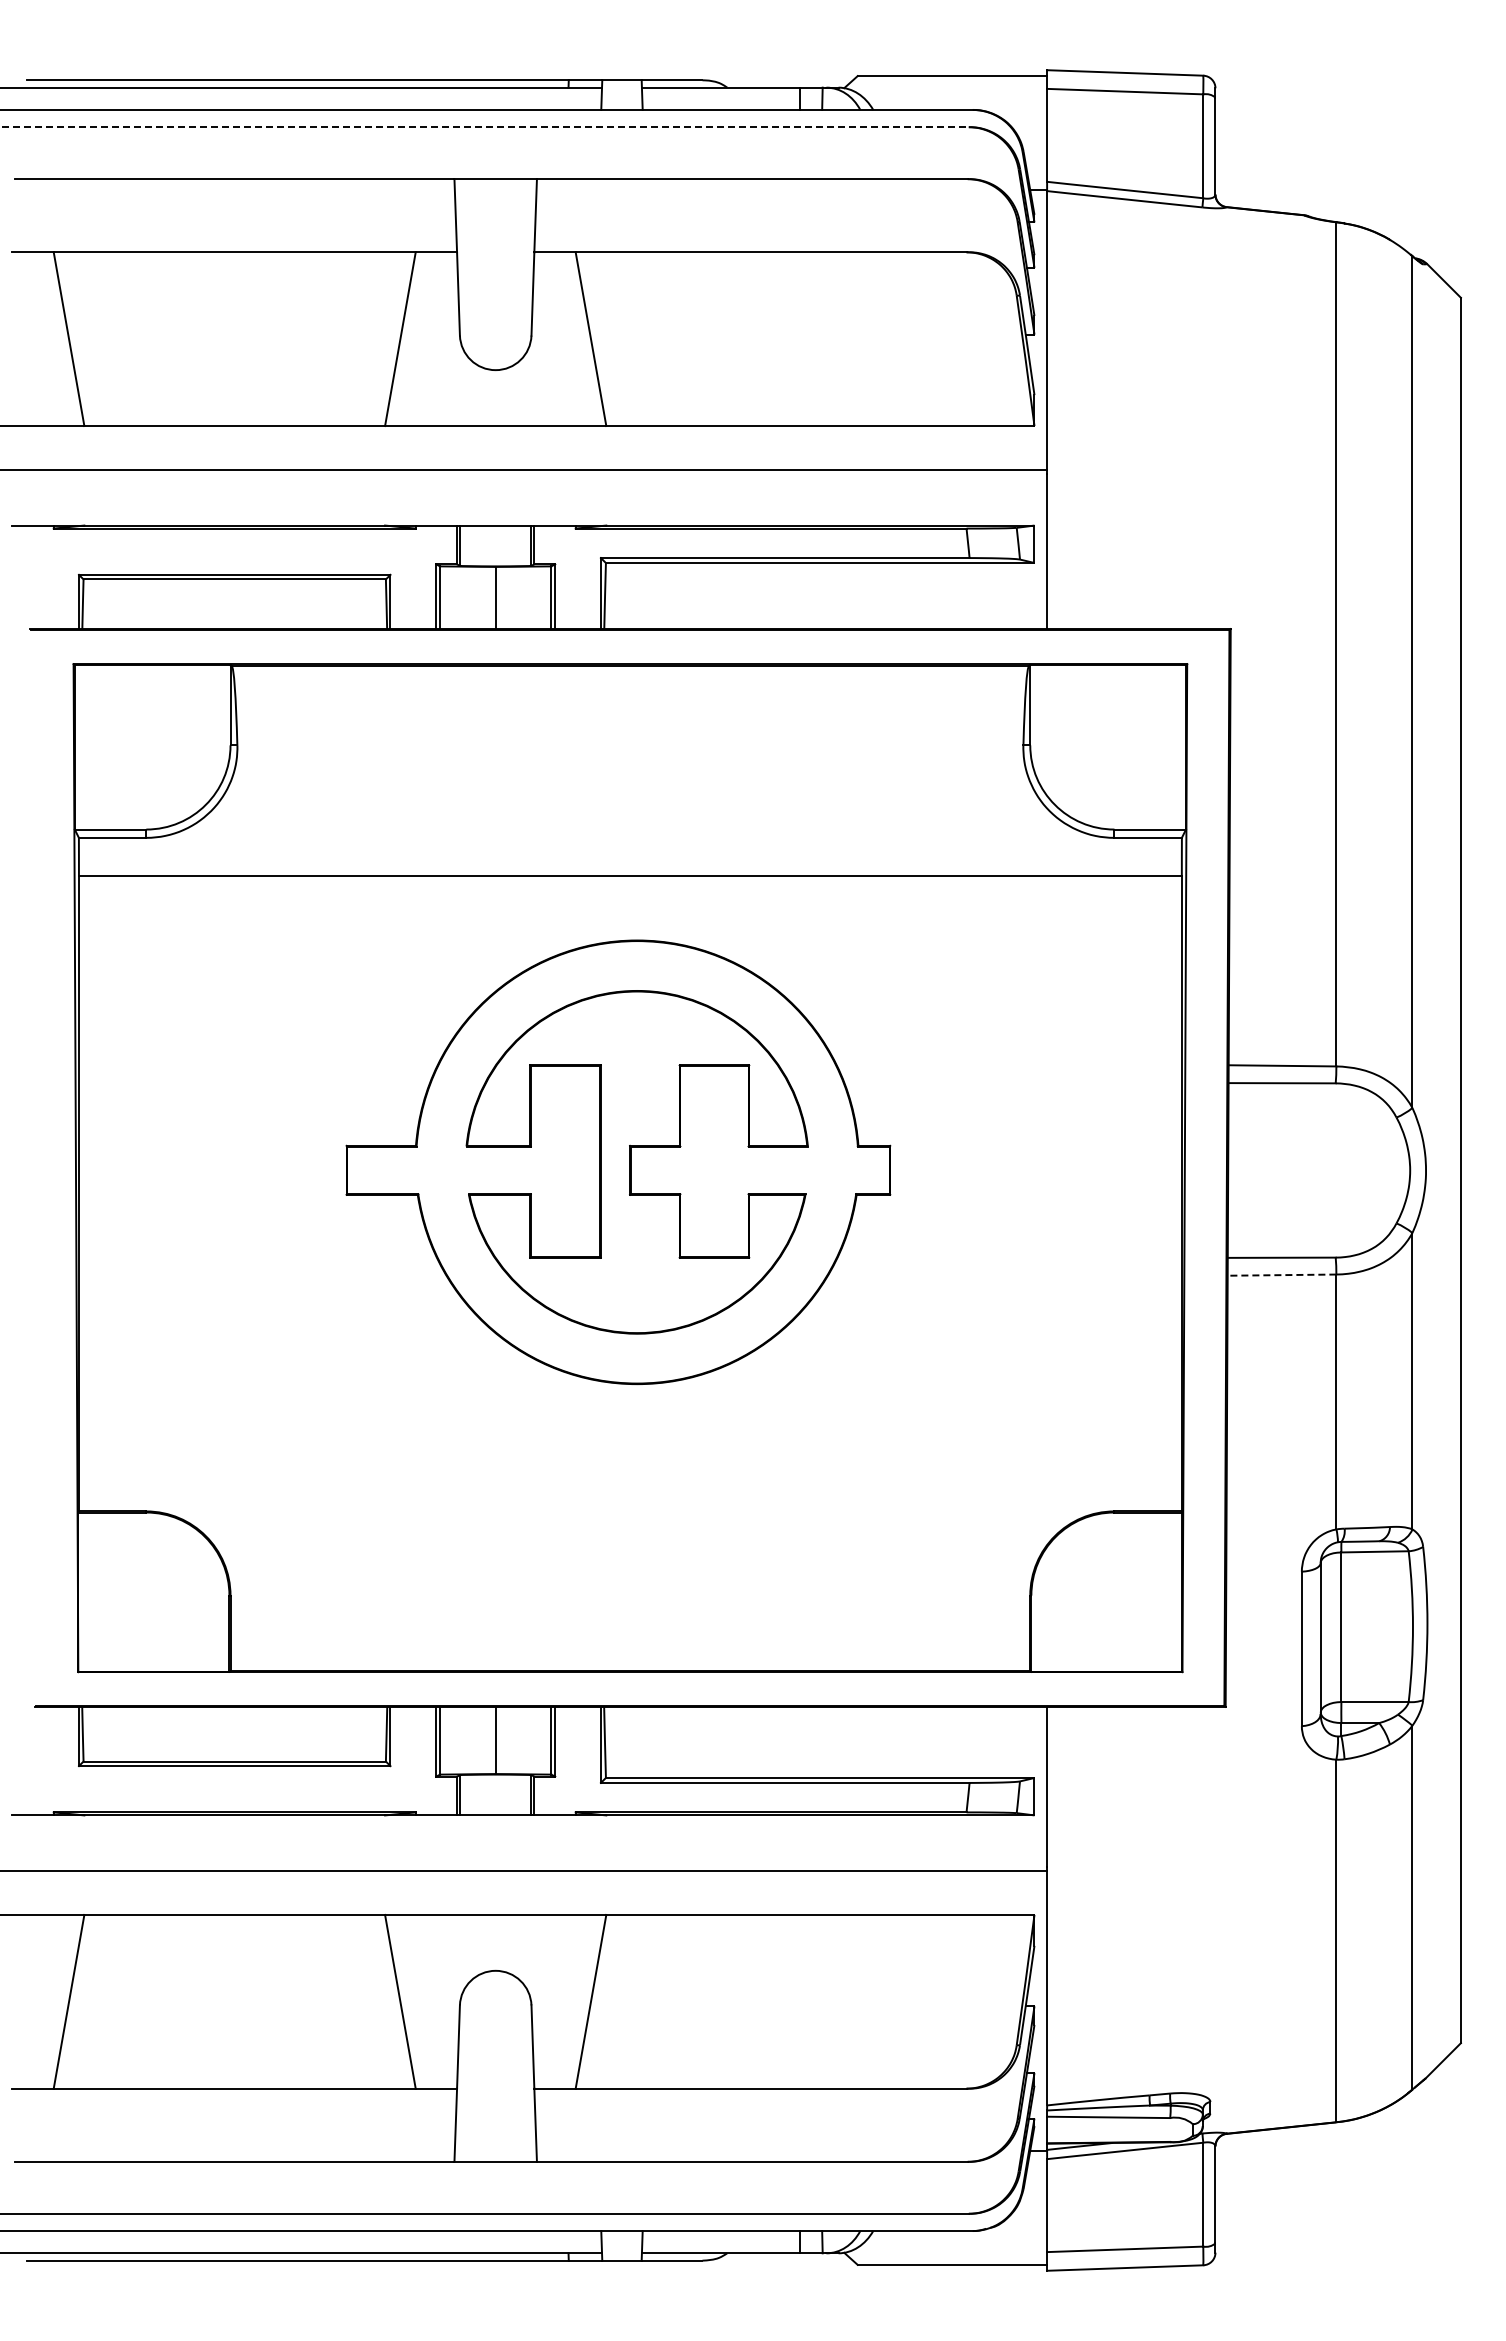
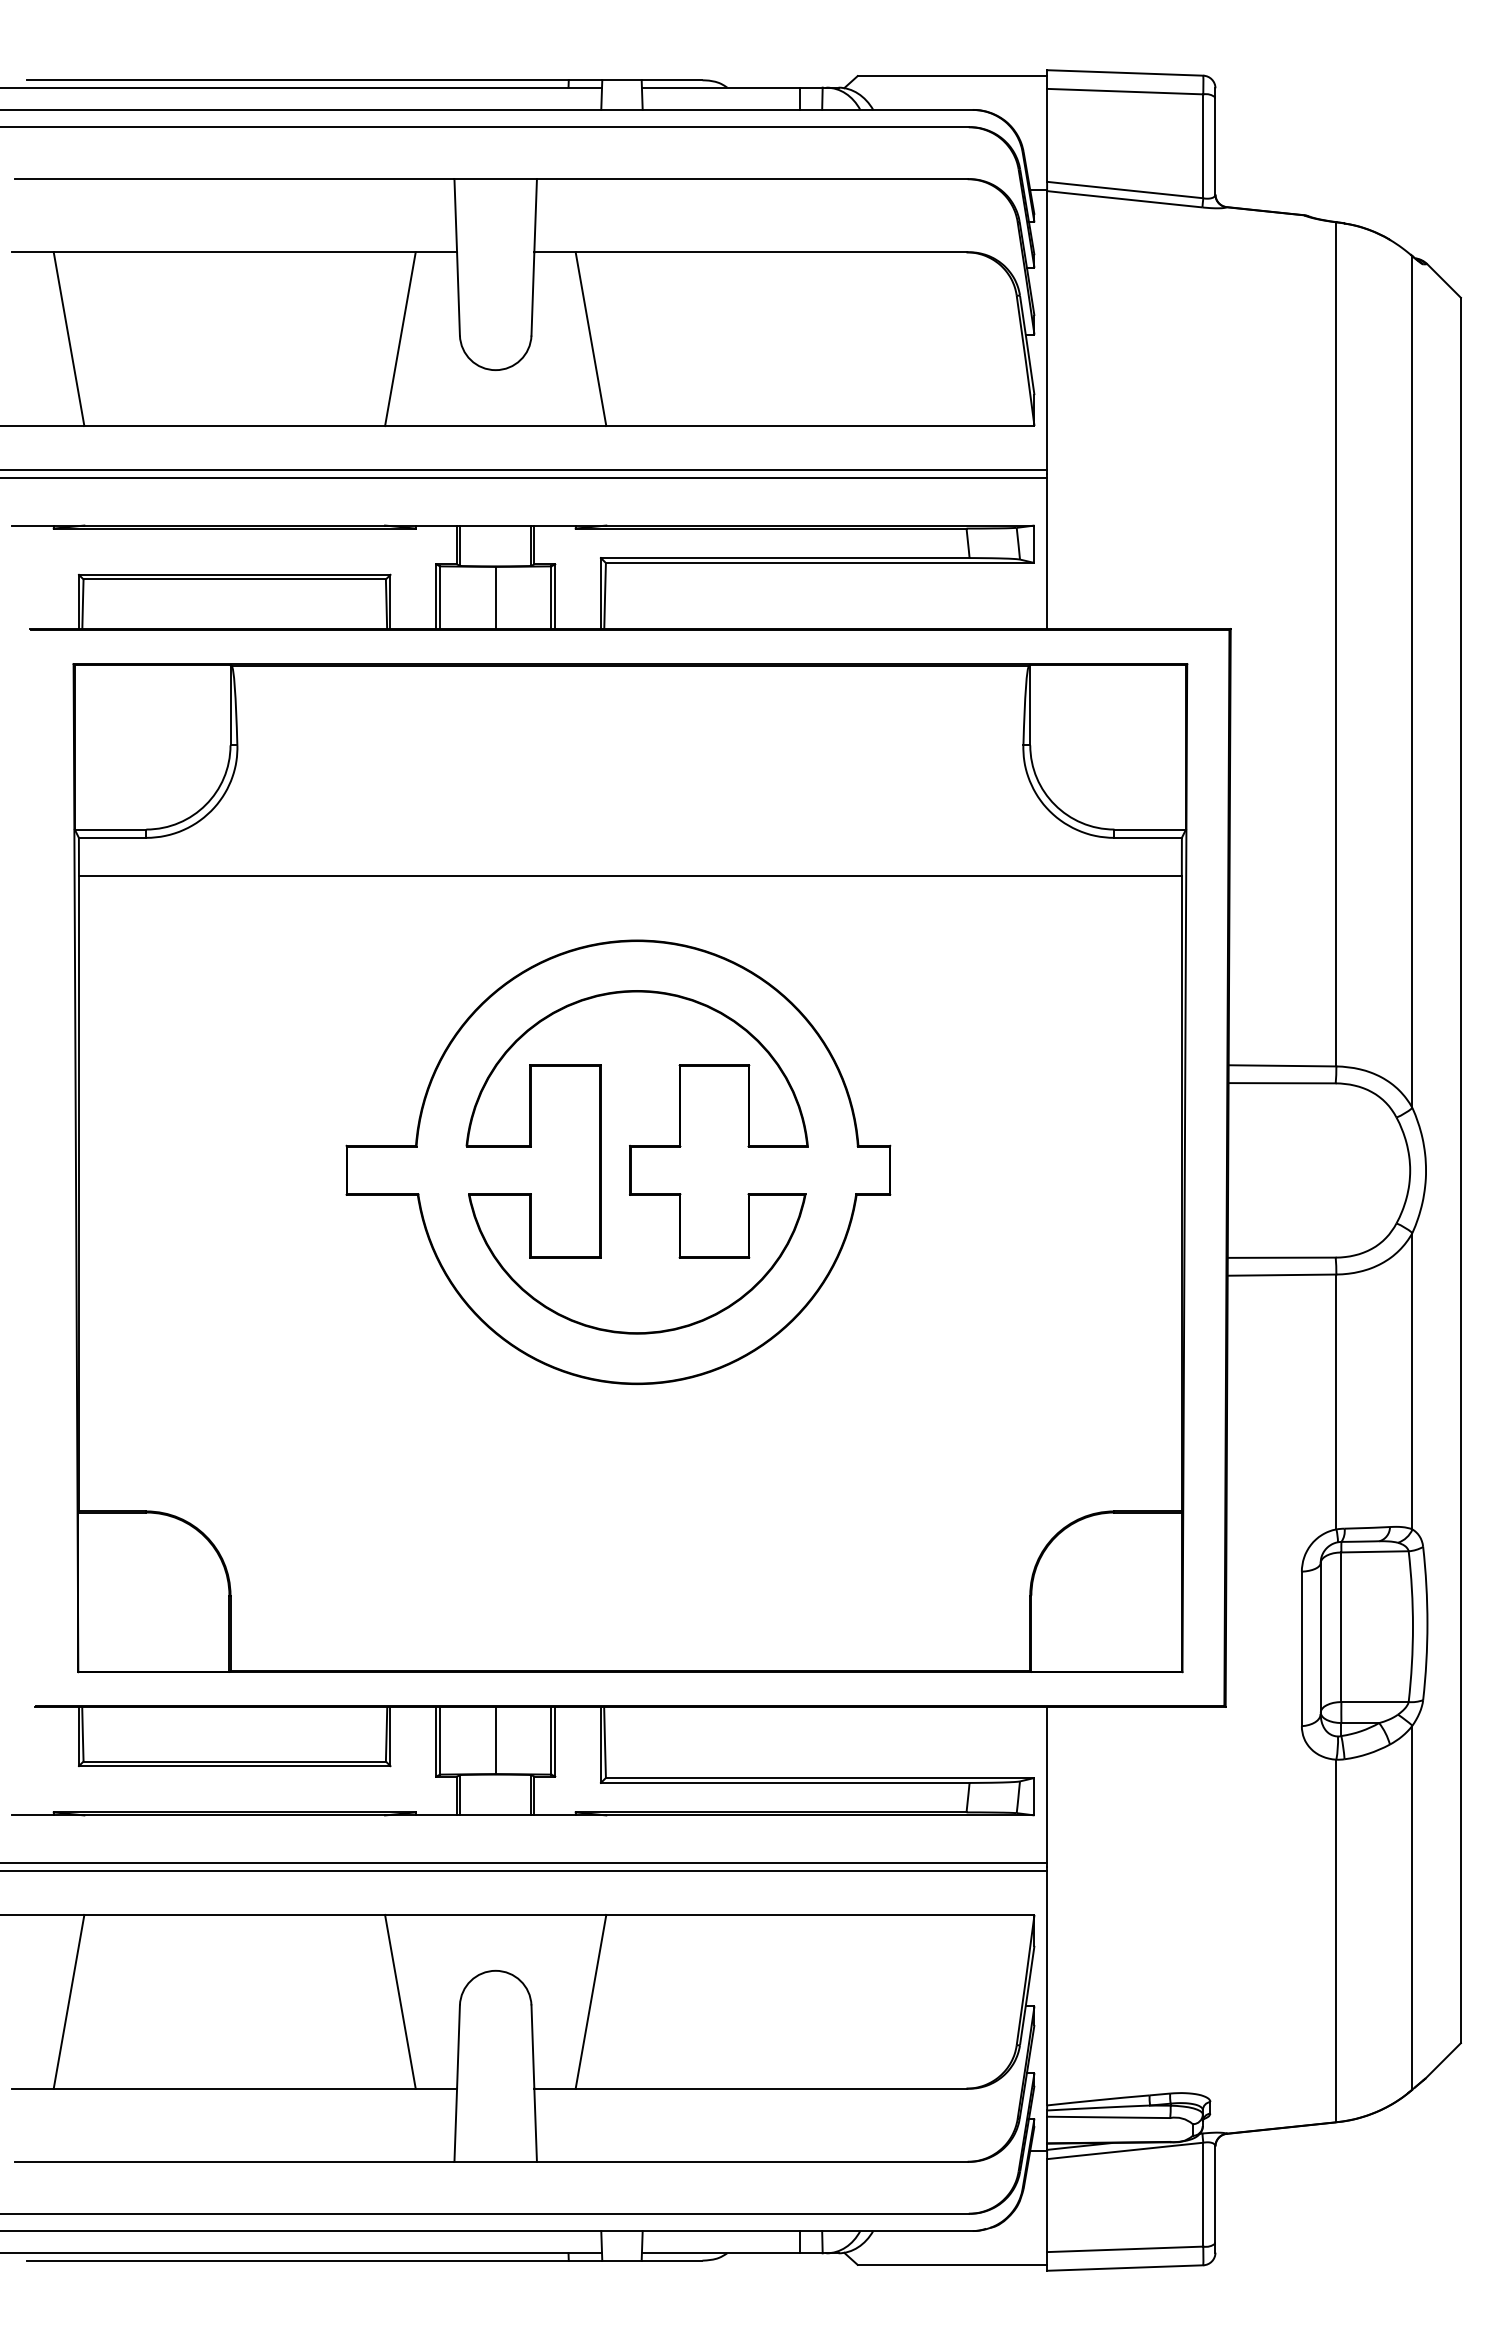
line at (484, 127): dashed -> solid
line at (524, 477): none -> present
line at (1281, 1275): dashed -> solid
line at (524, 1863): none -> present
